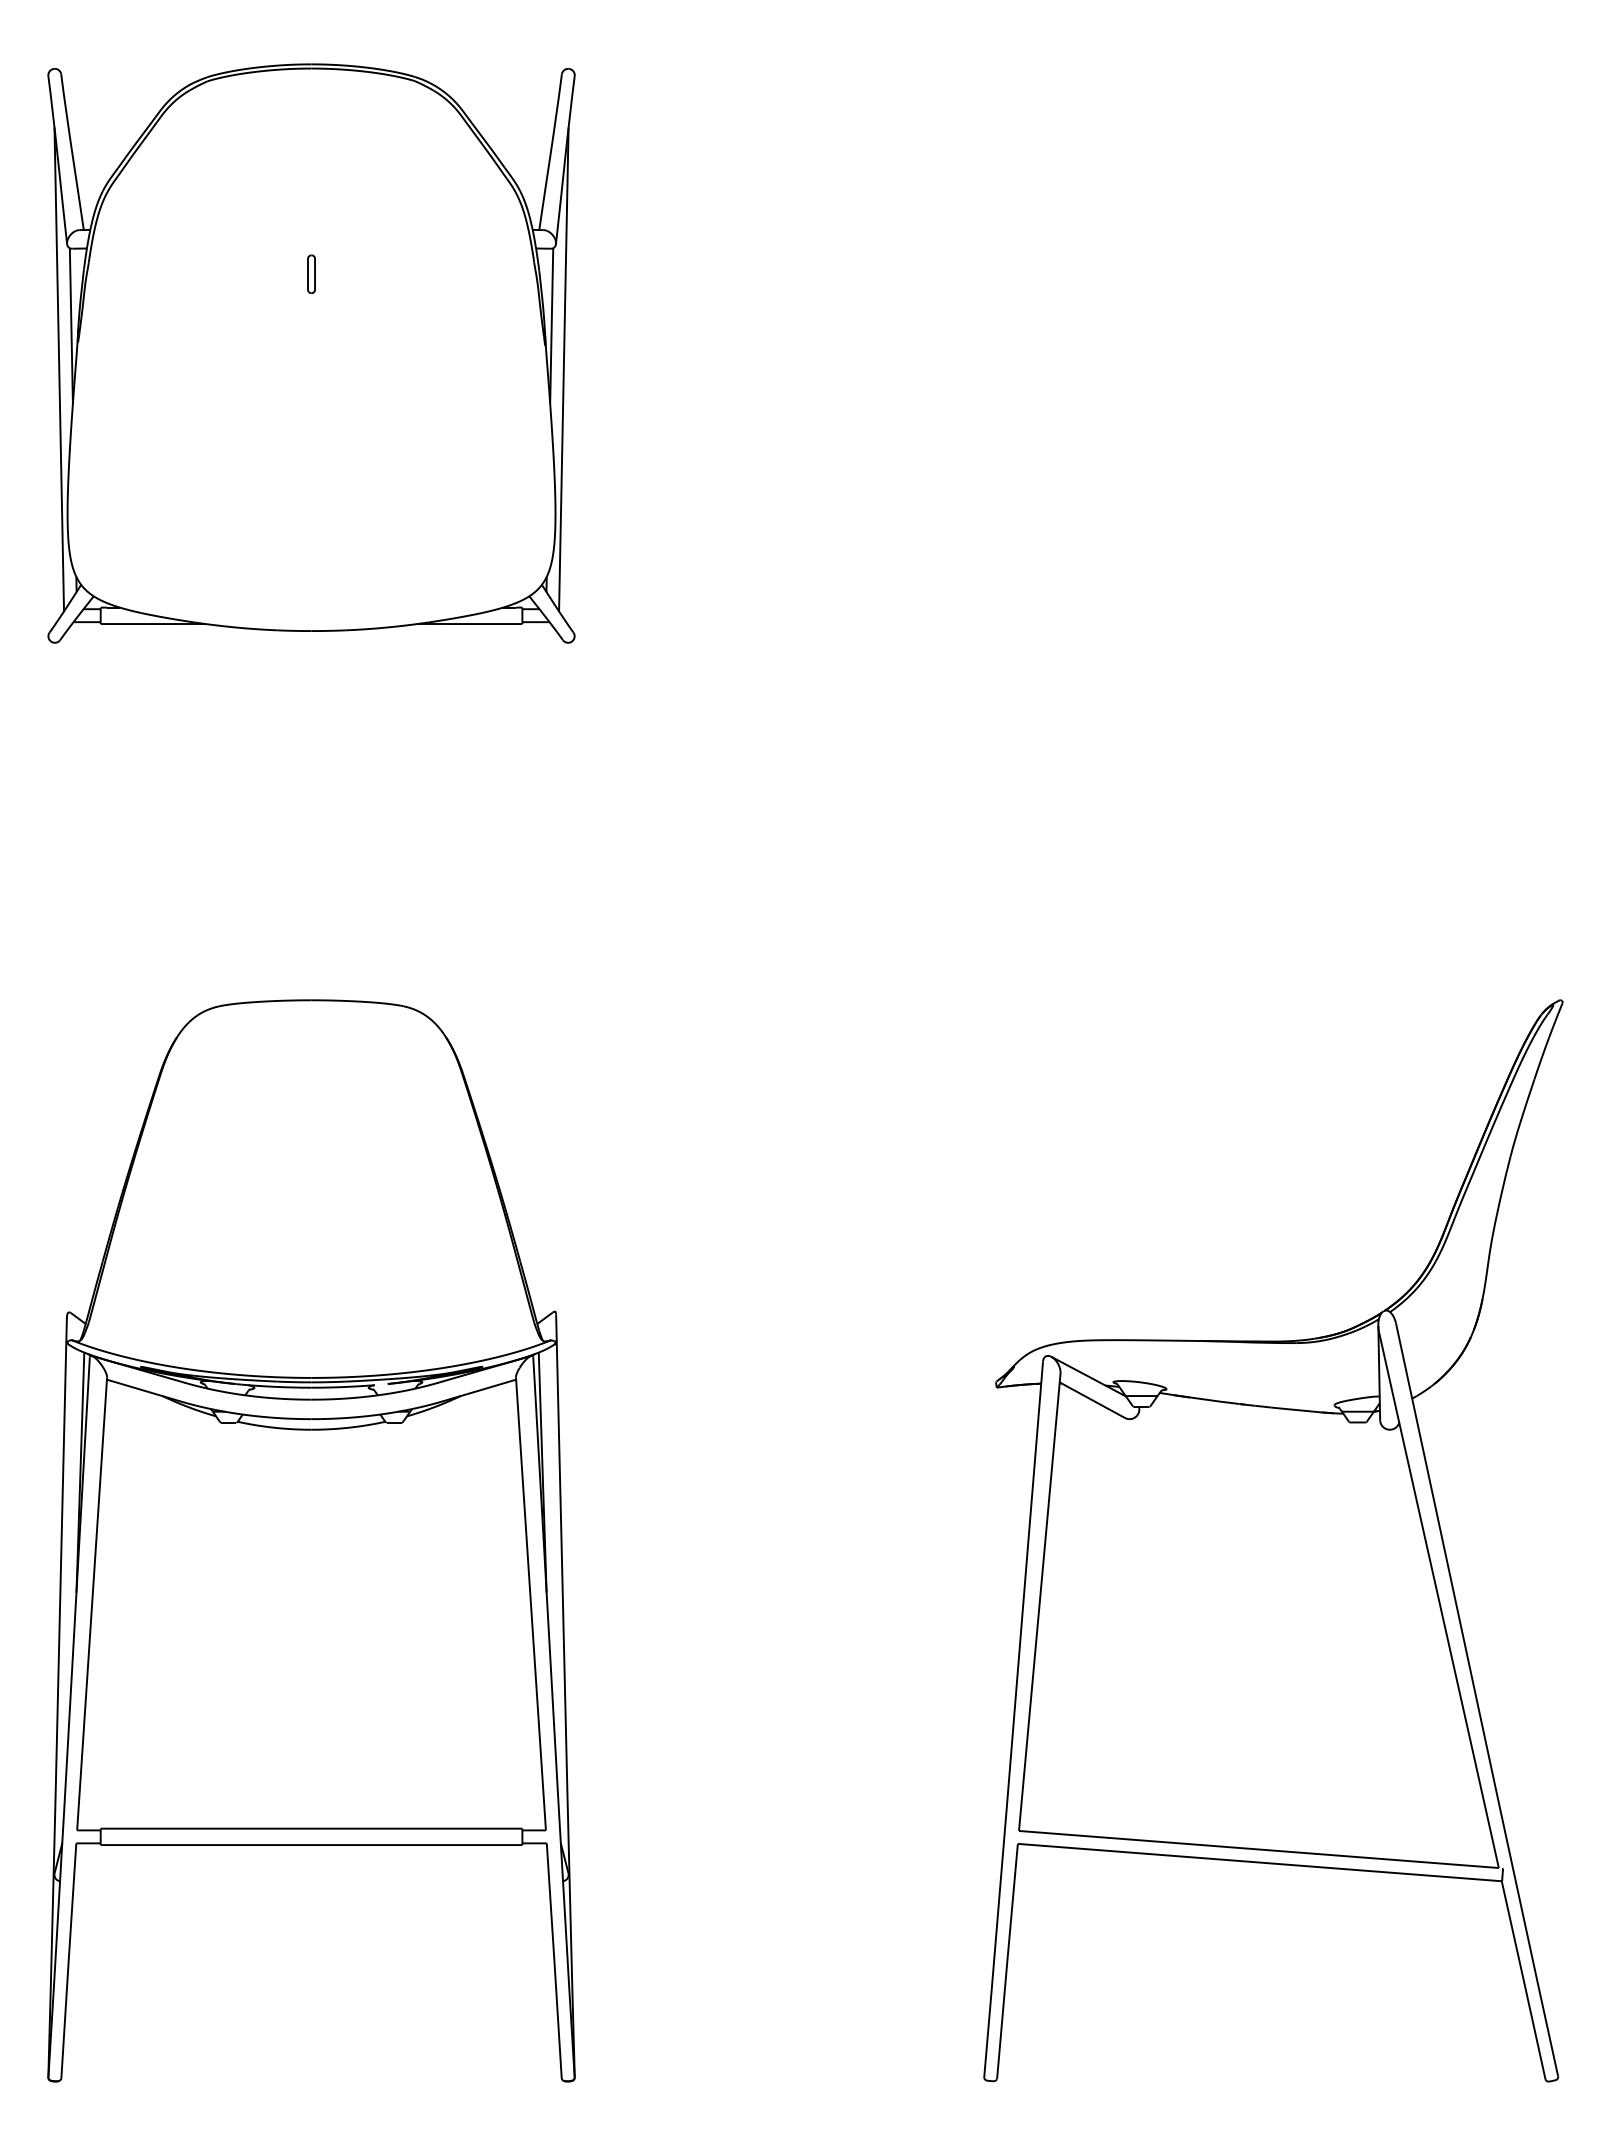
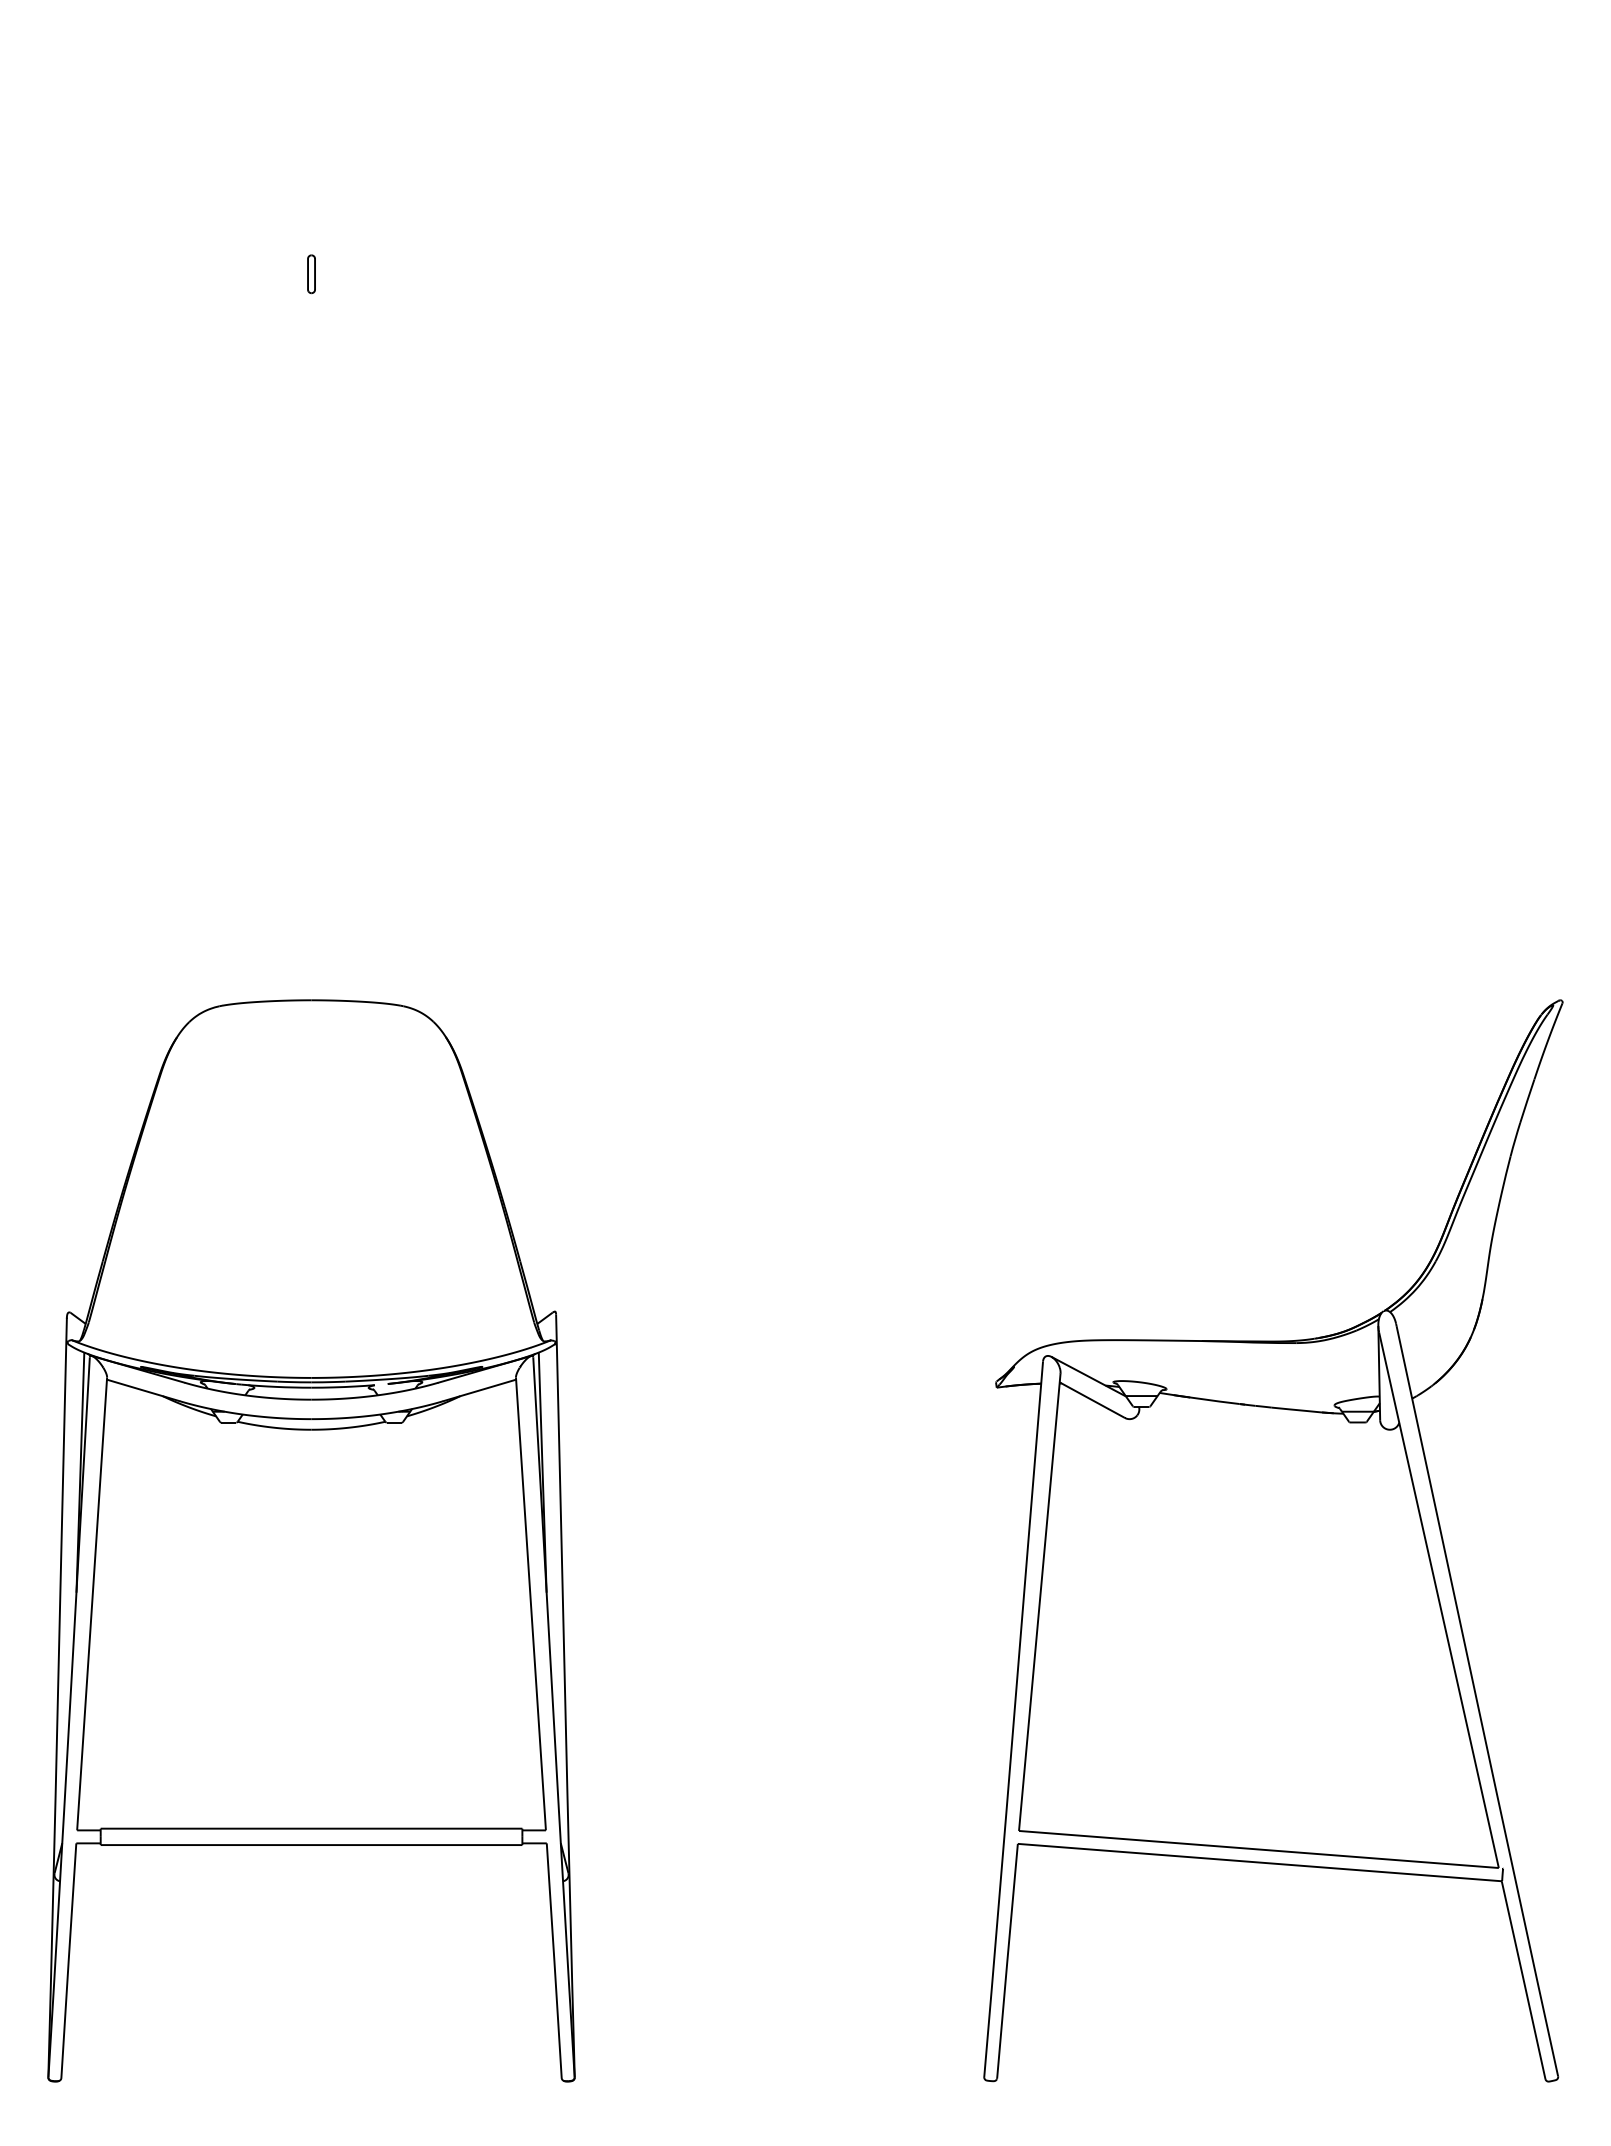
part at (311, 353): present -> none
